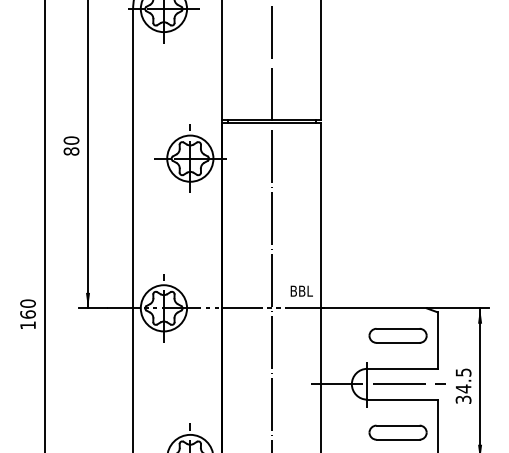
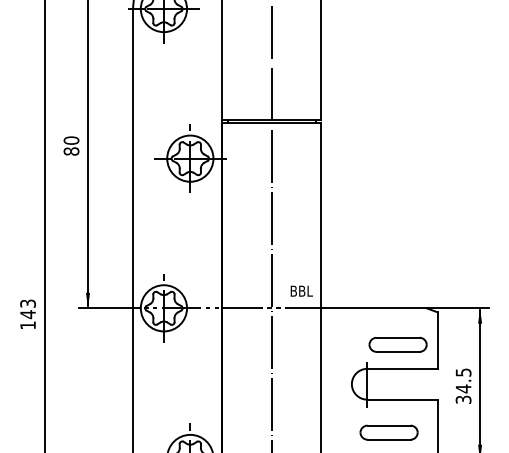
text at (27, 309): 160 -> 143
part at (397, 335) position: (397, 335) -> (397, 344)
line at (377, 384): present -> none
part at (397, 432) position: (397, 432) -> (388, 432)
